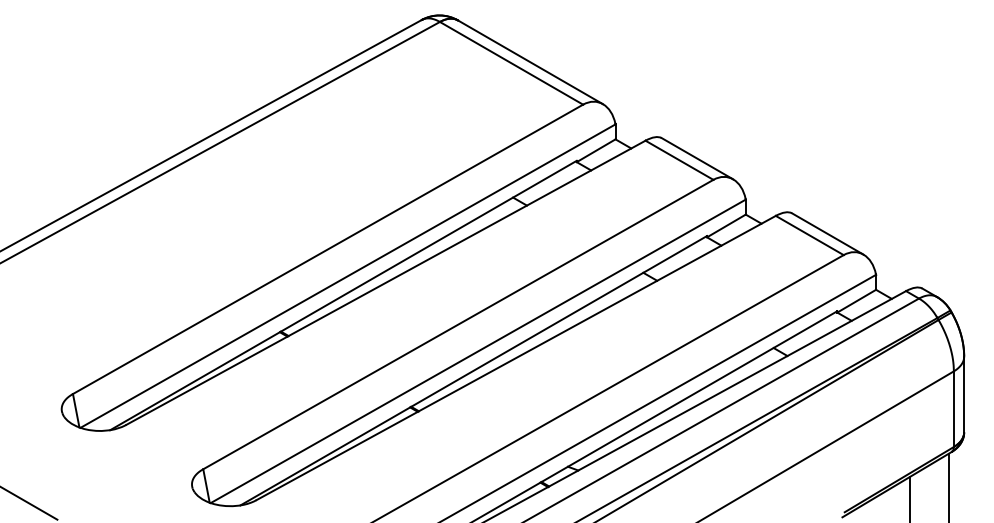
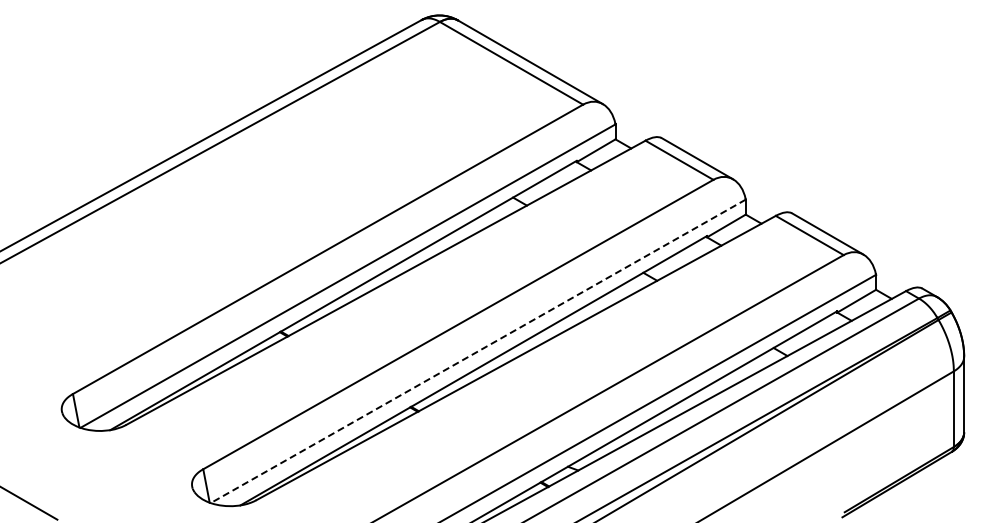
line at (478, 351): solid -> dashed
line at (948, 486): present -> none
line at (909, 498): present -> none
